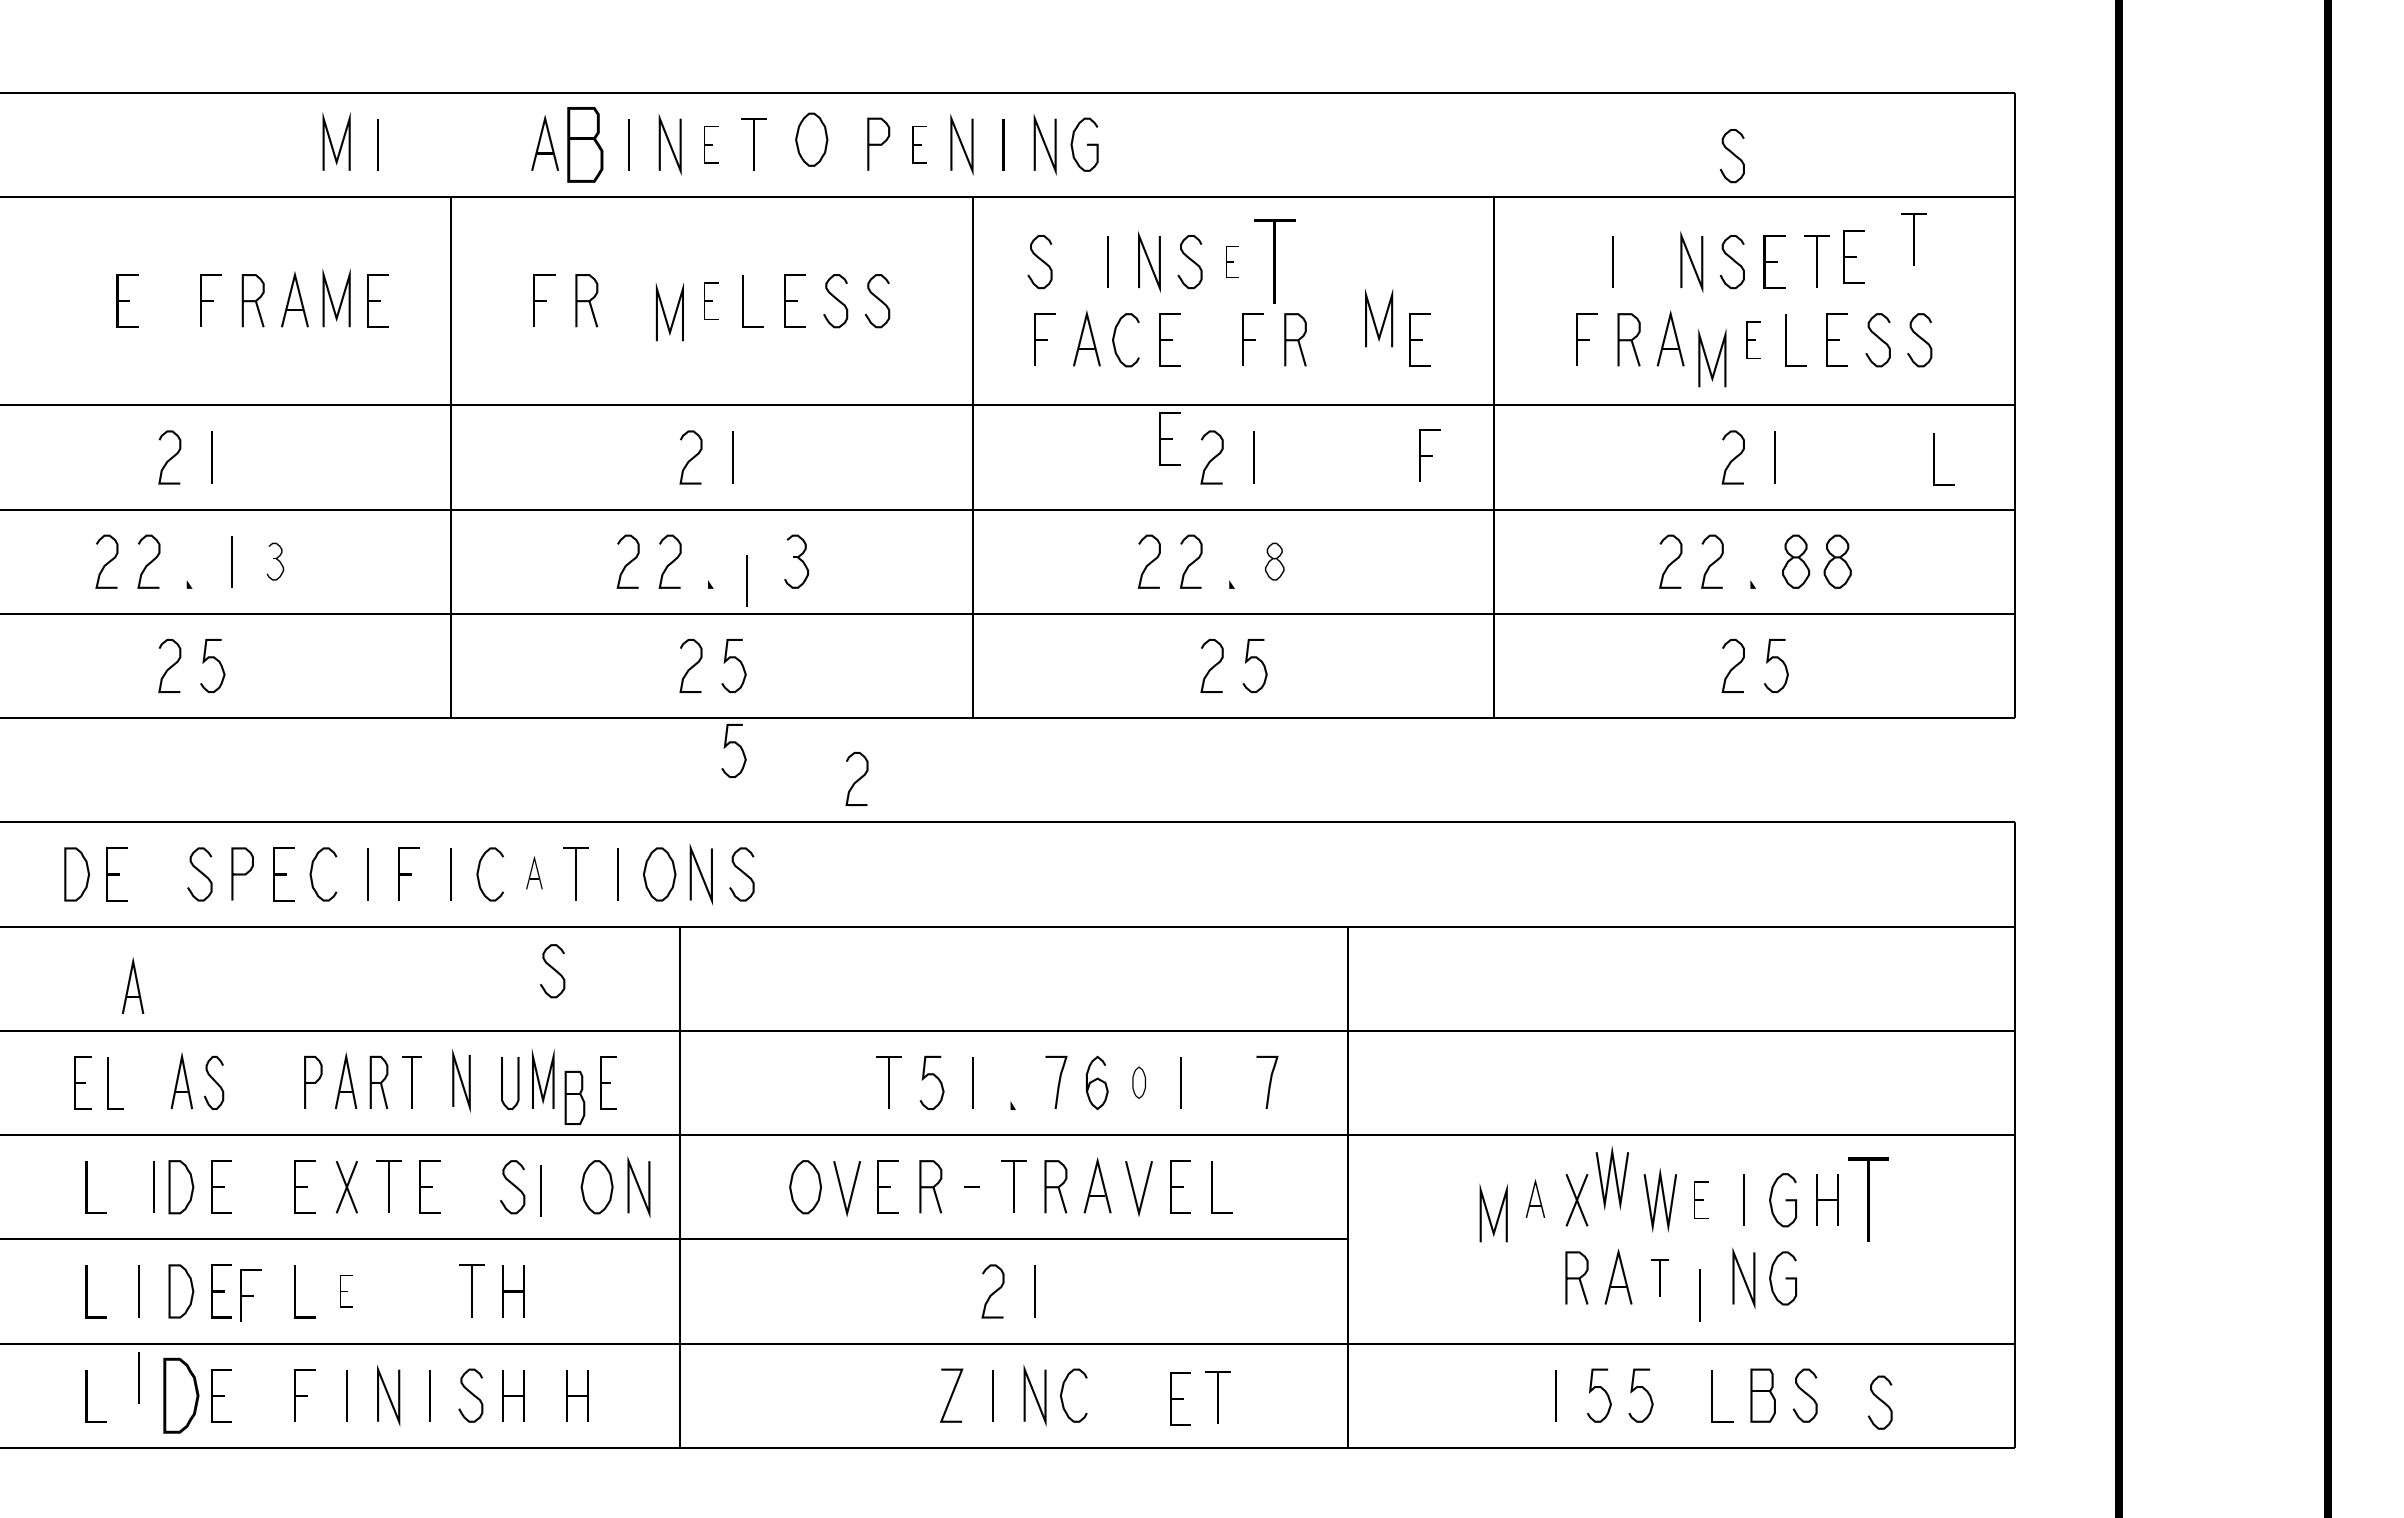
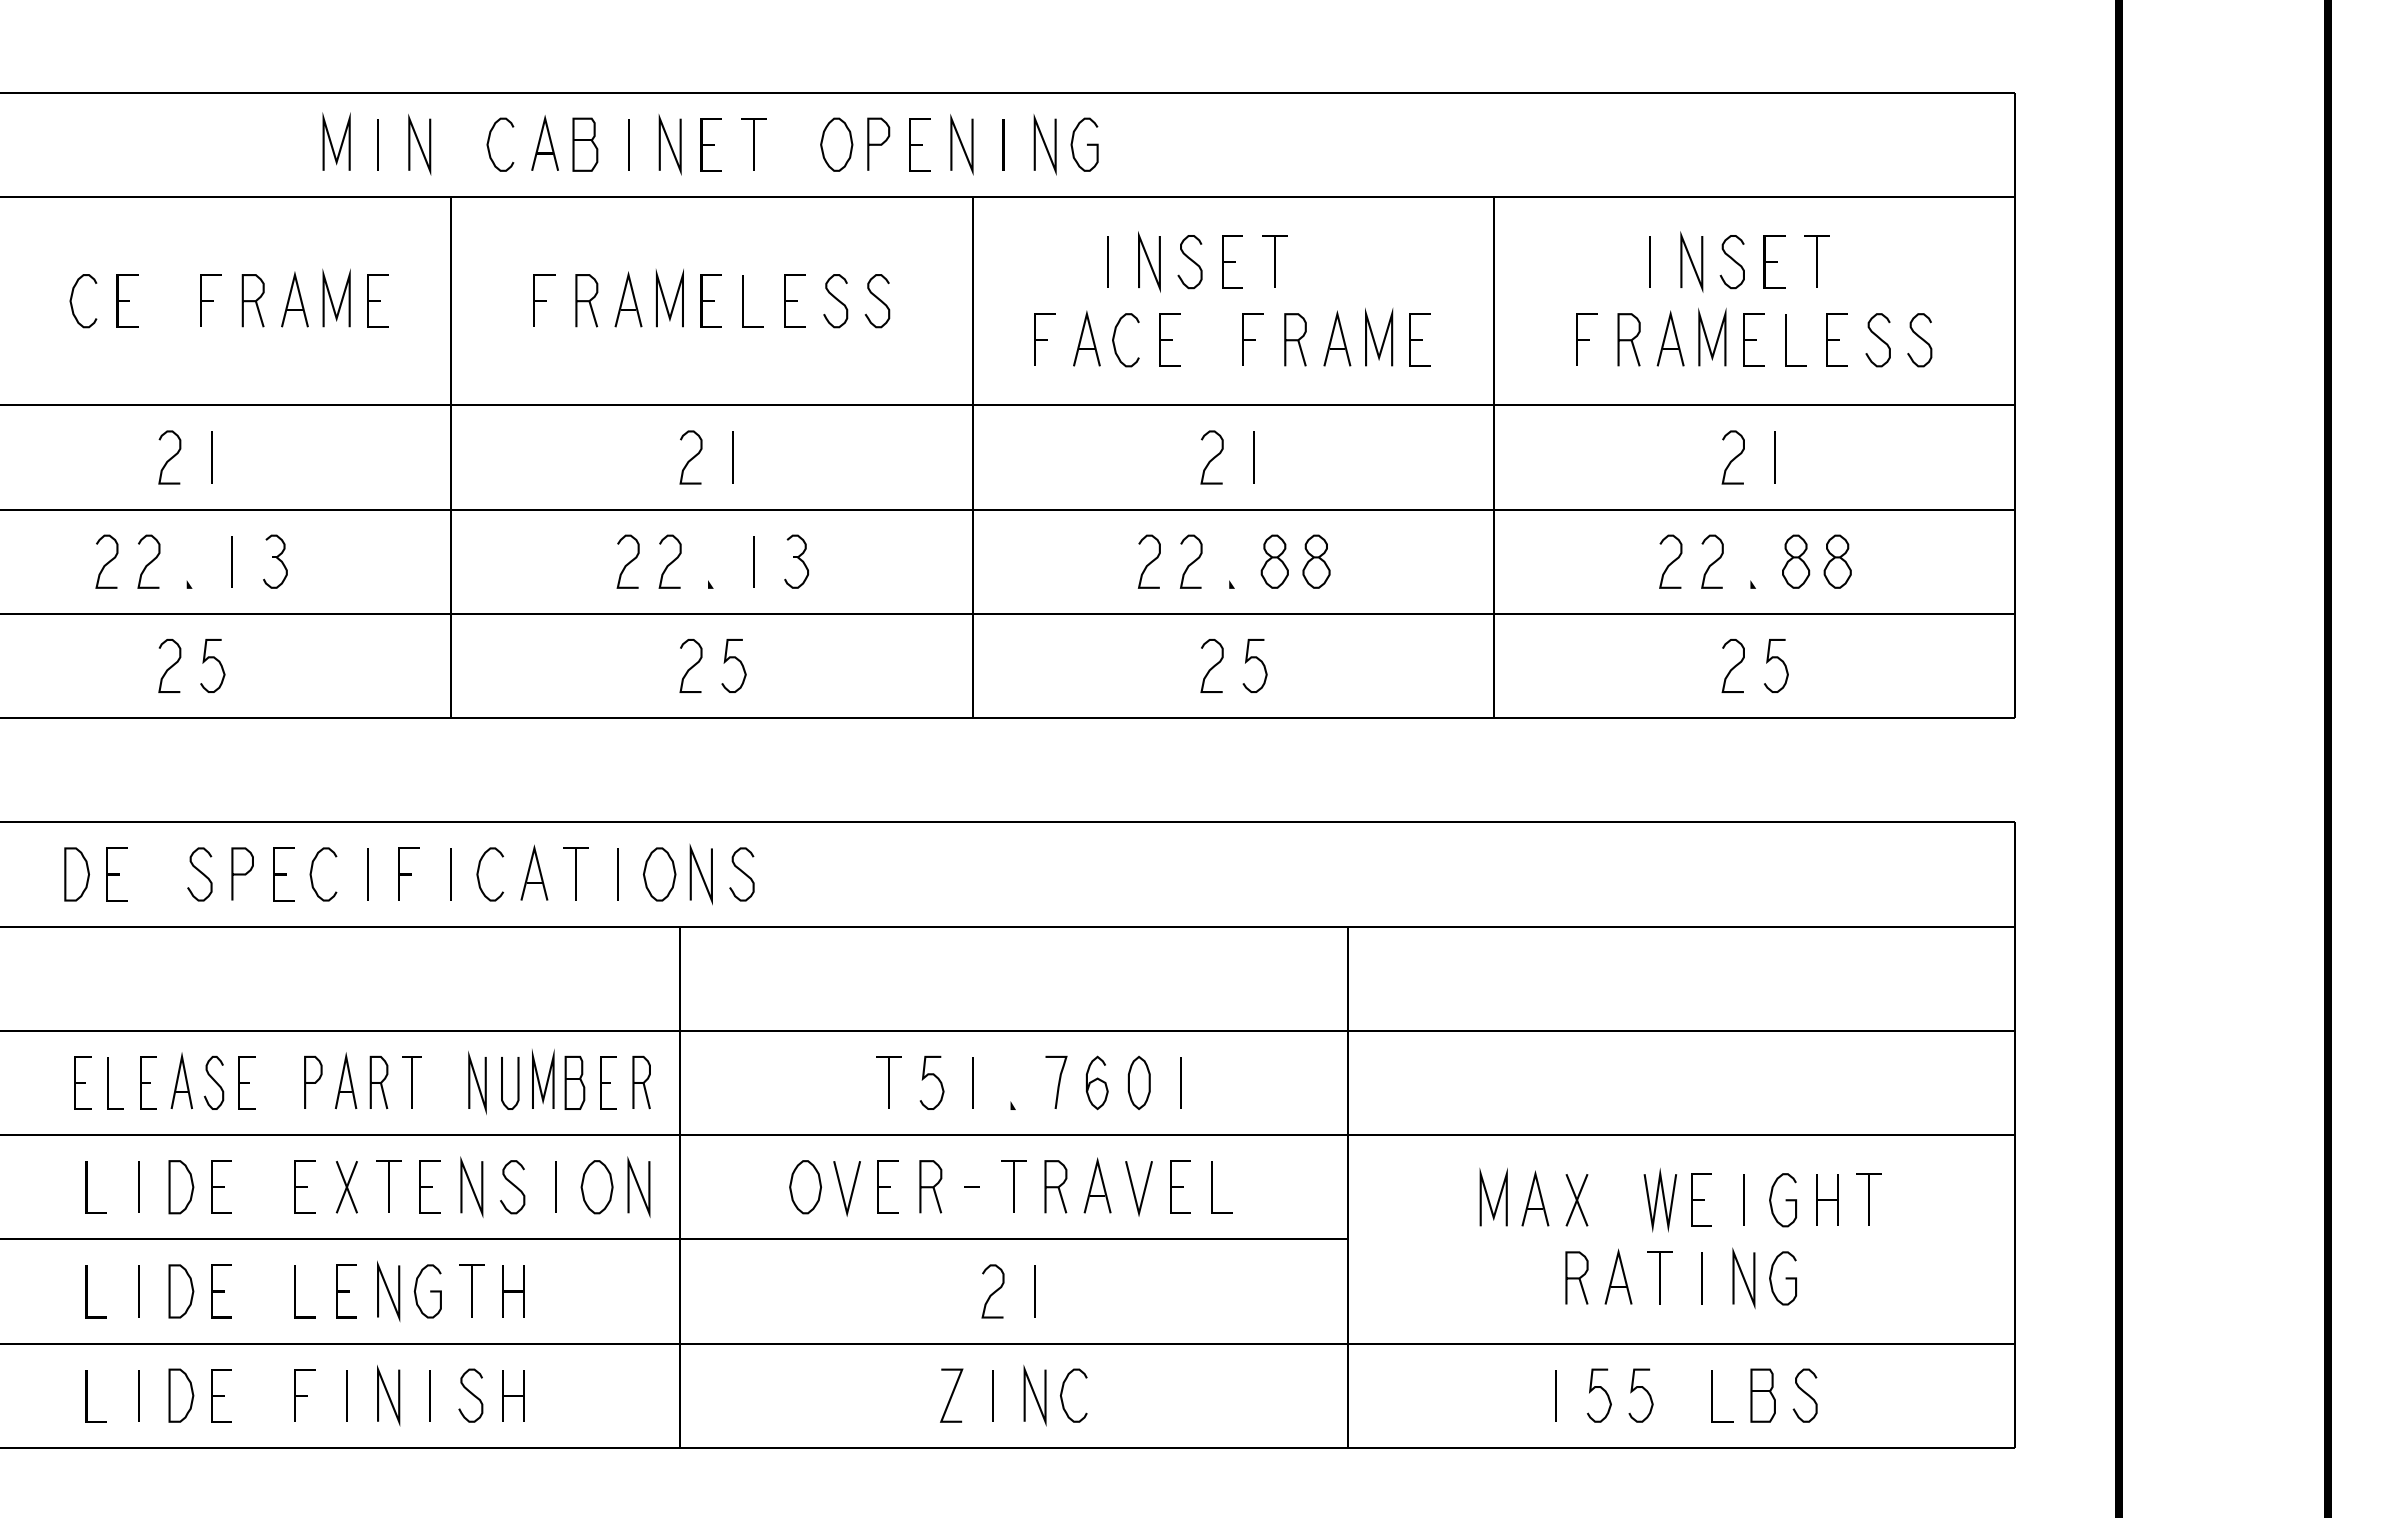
part at (811, 139) position: (811, 139) -> (836, 144)
curve at (489, 141): none -> present
line at (419, 144): none -> present
part at (585, 144) size: 37x76 px -> 27x55 px
part at (711, 144) size: 15x38 px -> 22x54 px
part at (919, 144) size: 15x38 px -> 22x54 px
curve at (1732, 154): present -> none
part at (1913, 239): present -> none
part at (1853, 256): present -> none
curve at (1040, 260): present -> none
part at (1232, 261) size: 13x32 px -> 21x54 px
part at (1274, 261) size: 42x85 px -> 26x53 px
line at (1612, 261) position: (1612, 261) -> (1649, 261)
part at (628, 299): none -> present
part at (711, 300) size: 15x38 px -> 22x54 px
curve at (72, 303): none -> present
line at (665, 313) position: (665, 313) -> (665, 299)
line at (1383, 319) position: (1383, 319) -> (1383, 338)
part at (1337, 338): none -> present
part at (1753, 339) size: 15x38 px -> 22x54 px
line at (1707, 357) position: (1707, 357) -> (1707, 336)
part at (1169, 438): present -> none
part at (1429, 455): present -> none
line at (1934, 459): present -> none
part at (275, 561) size: 19x39 px -> 25x55 px
part at (1274, 561) size: 20x39 px -> 29x55 px
part at (1316, 561): none -> present
line at (746, 580) position: (746, 580) -> (753, 561)
curve at (737, 745): present -> none
curve at (857, 779): present -> none
part at (534, 872) size: 17x34 px -> 29x57 px
curve at (553, 970): present -> none
part at (132, 985): present -> none
line at (461, 1080) position: (461, 1080) -> (477, 1082)
curve at (1269, 1081): present -> none
part at (148, 1082): none -> present
part at (246, 1082): none -> present
part at (641, 1082): none -> present
part at (1138, 1082) size: 14x33 px -> 24x55 px
part at (574, 1097) position: (574, 1097) -> (574, 1082)
line at (1609, 1178): present -> none
line at (153, 1186) position: (153, 1186) -> (138, 1186)
line at (471, 1186): none -> present
line at (540, 1190) position: (540, 1190) -> (555, 1186)
part at (1535, 1198) size: 21x39 px -> 29x57 px
part at (1701, 1199) size: 15x38 px -> 21x54 px
part at (1868, 1199) size: 41x85 px -> 26x53 px
line at (1488, 1212) position: (1488, 1212) -> (1488, 1196)
part at (1659, 1277) size: 18x38 px -> 26x54 px
part at (346, 1291) size: 13x33 px -> 21x55 px
line at (388, 1291): none -> present
curve at (430, 1291): none -> present
part at (250, 1295): present -> none
line at (1699, 1295) position: (1699, 1295) -> (1701, 1278)
line at (138, 1377) position: (138, 1377) -> (138, 1395)
part at (181, 1395) size: 37x77 px -> 27x55 px
part at (577, 1395): present -> none
part at (1217, 1397): present -> none
part at (1180, 1398): present -> none
curve at (1880, 1401): present -> none
